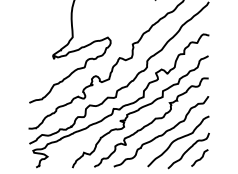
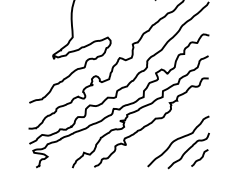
curve at (163, 132): present -> none
